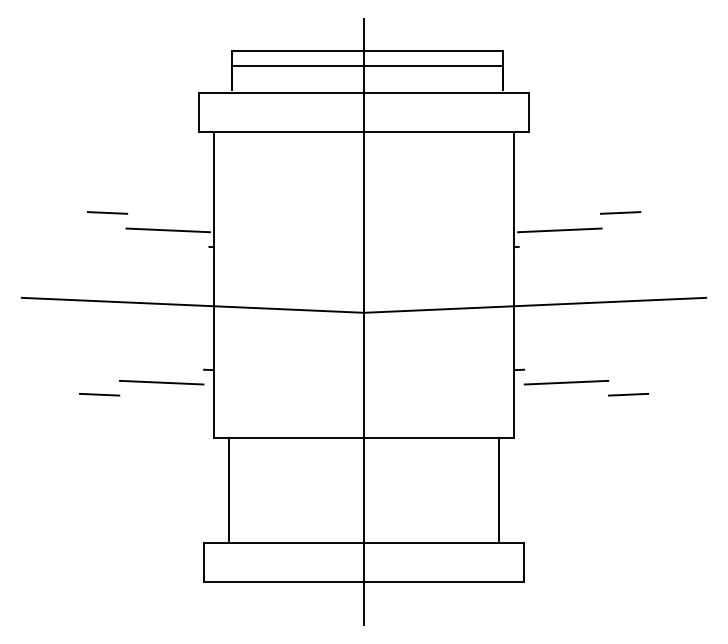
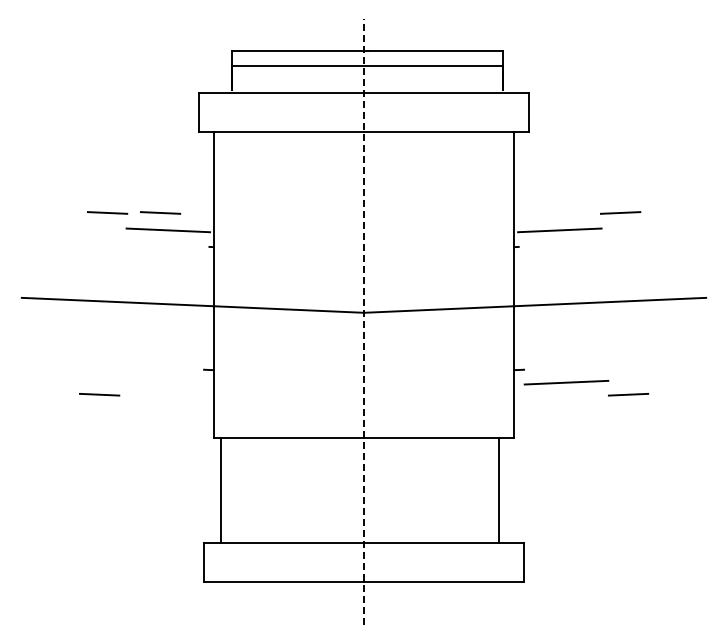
line at (160, 212): none -> present
line at (364, 321): solid -> dashed
line at (161, 382): present -> none
line at (228, 490) position: (228, 490) -> (220, 490)
